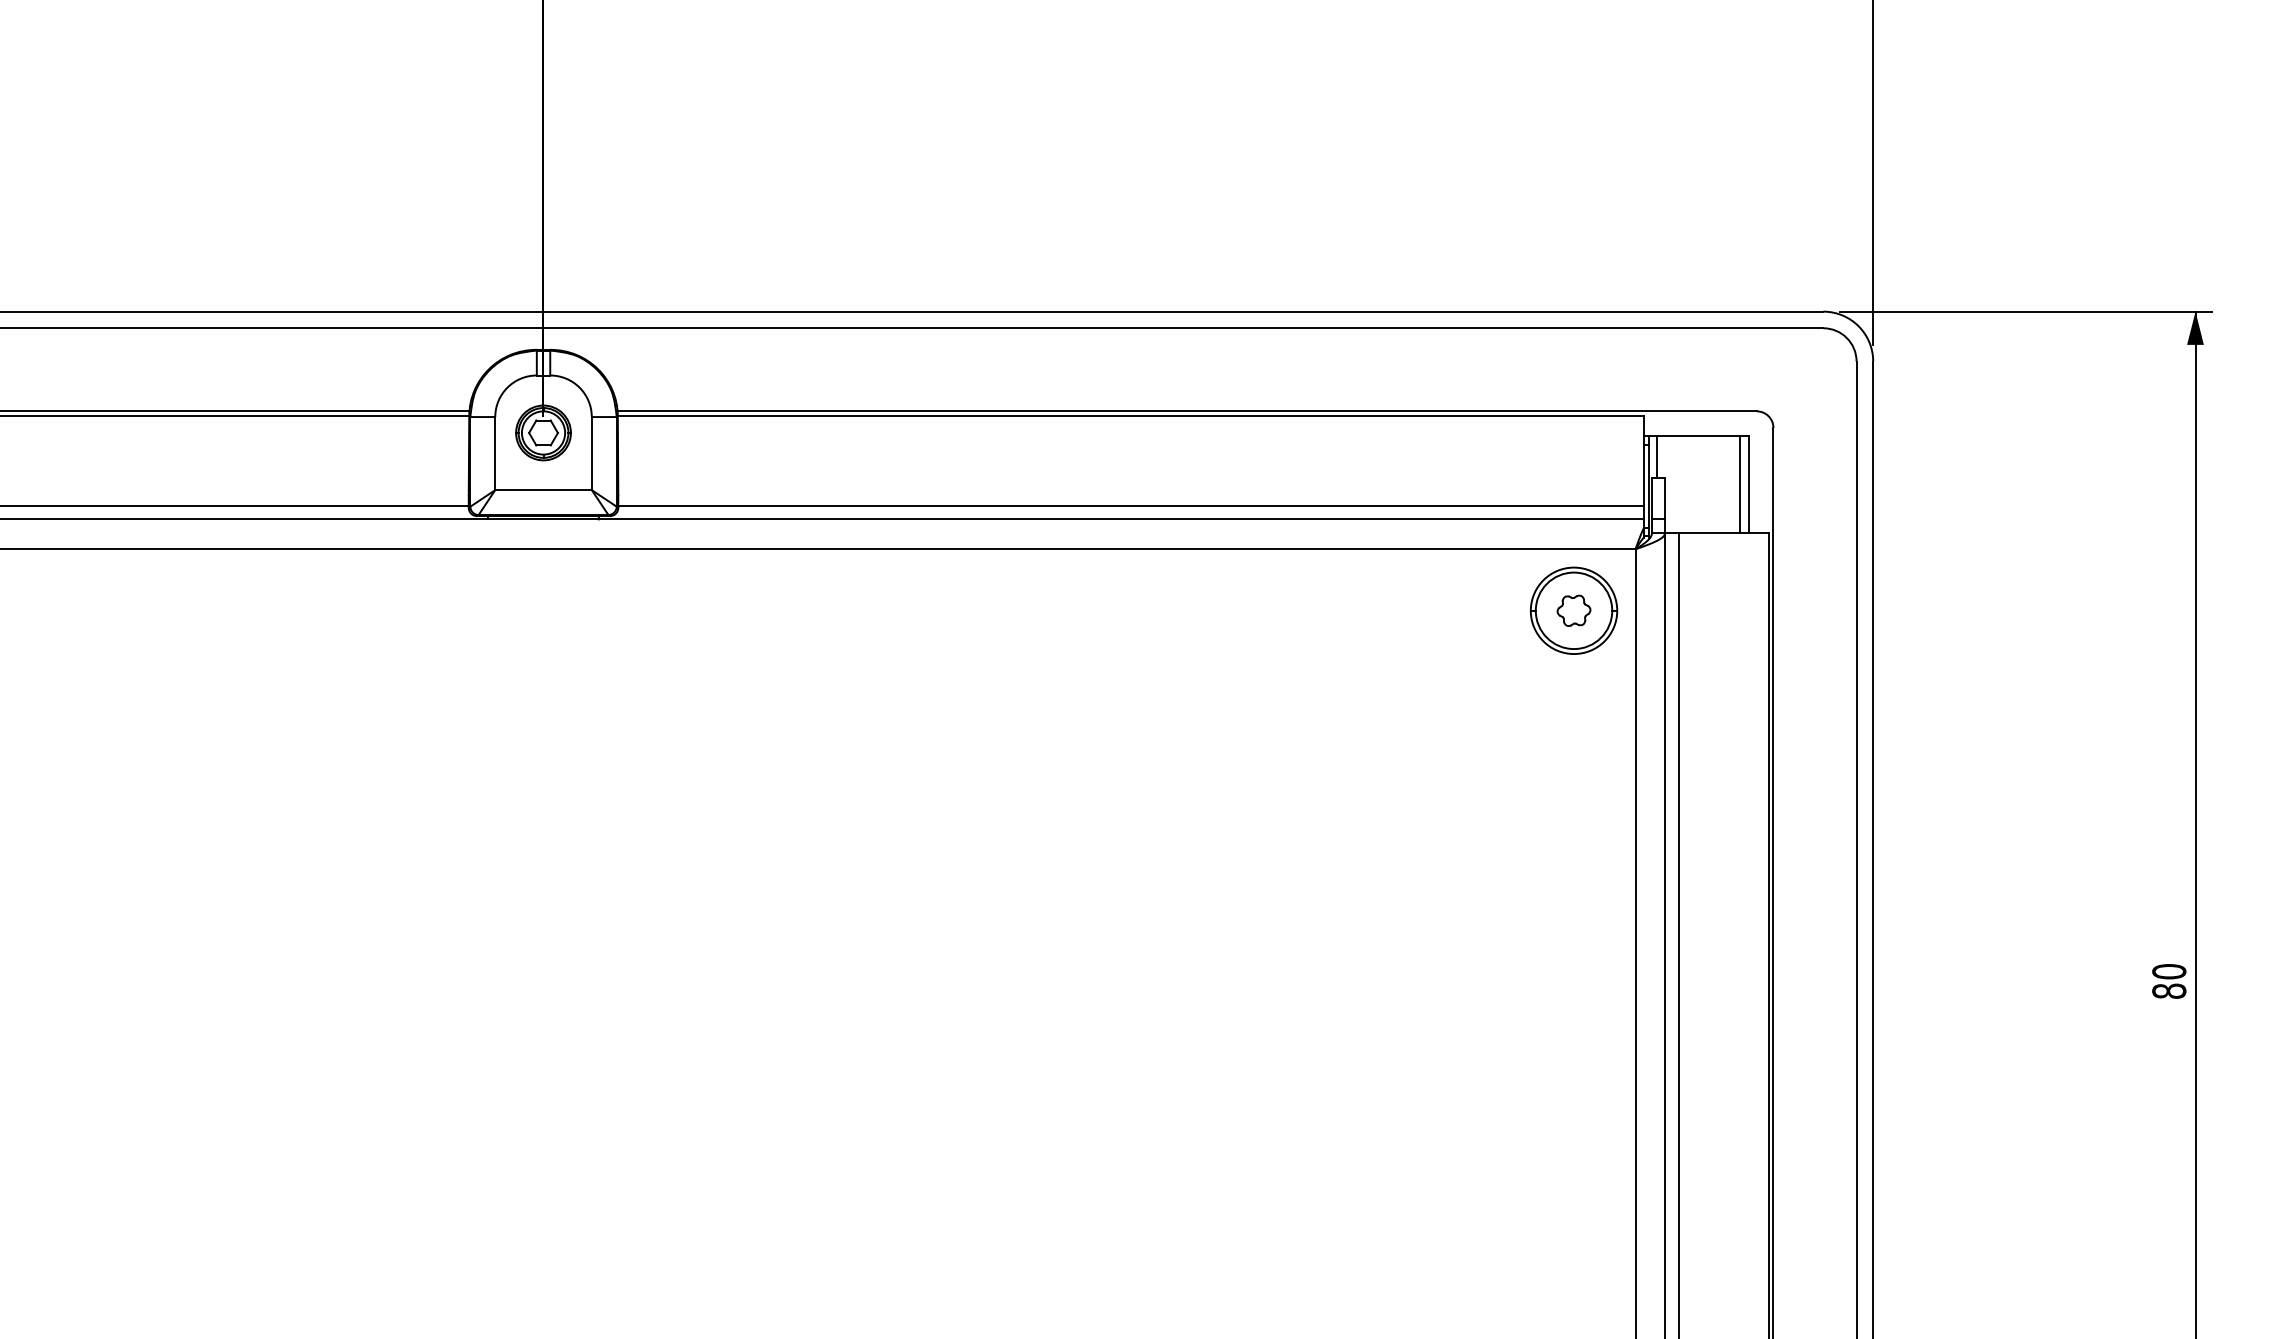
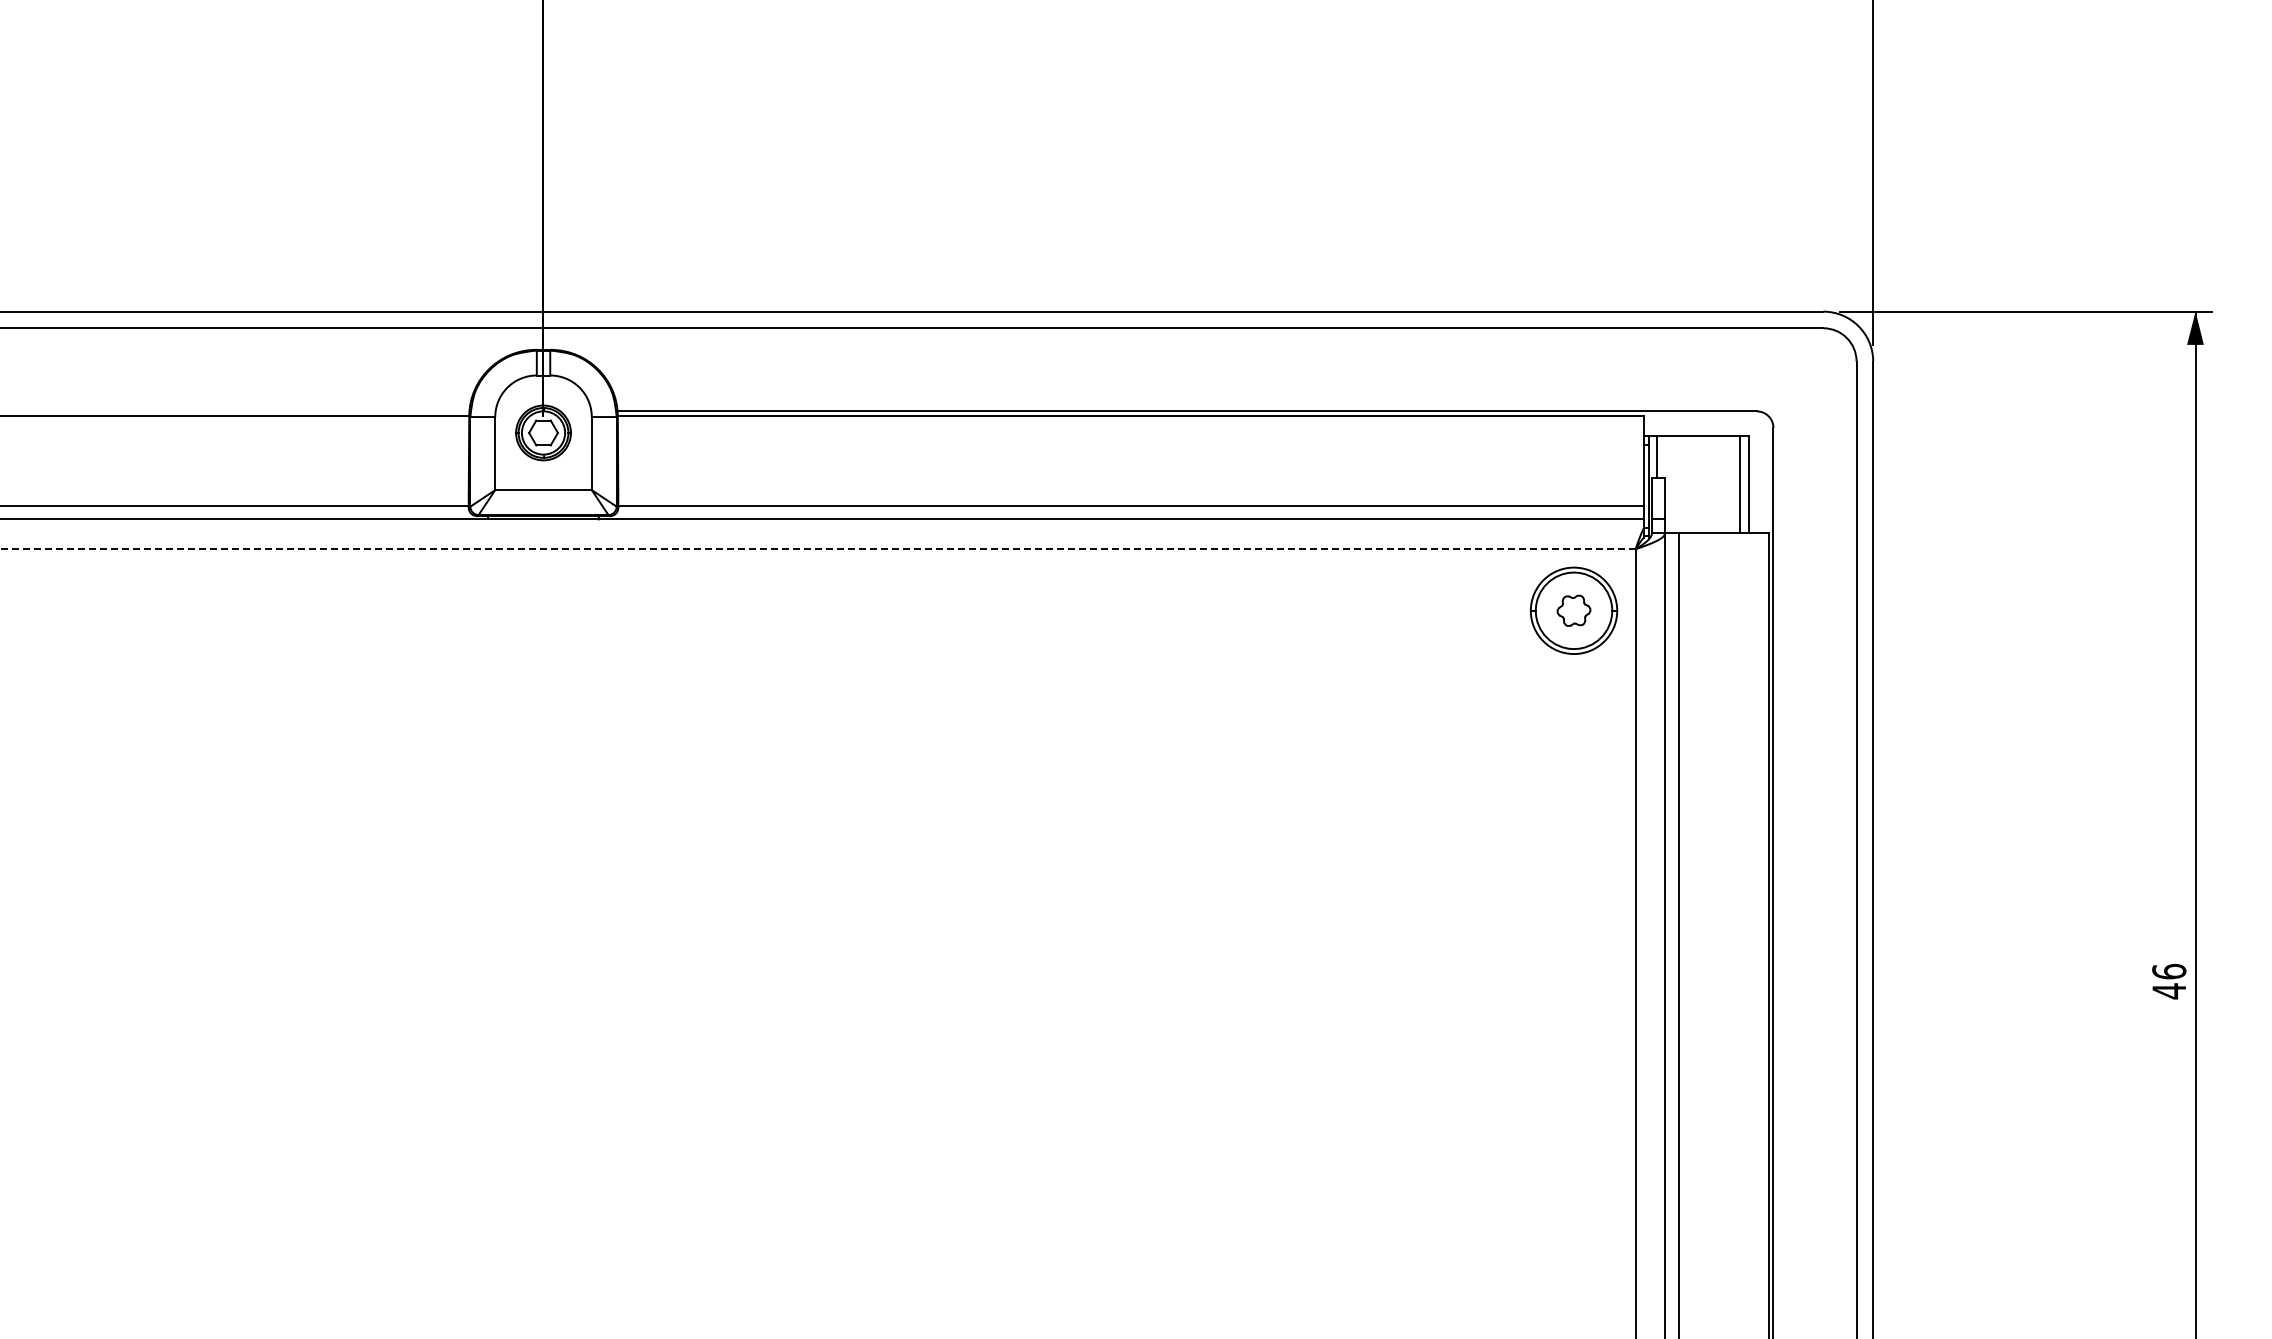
line at (235, 411): present -> none
line at (817, 549): solid -> dashed
text at (2169, 981): 80 -> 46
